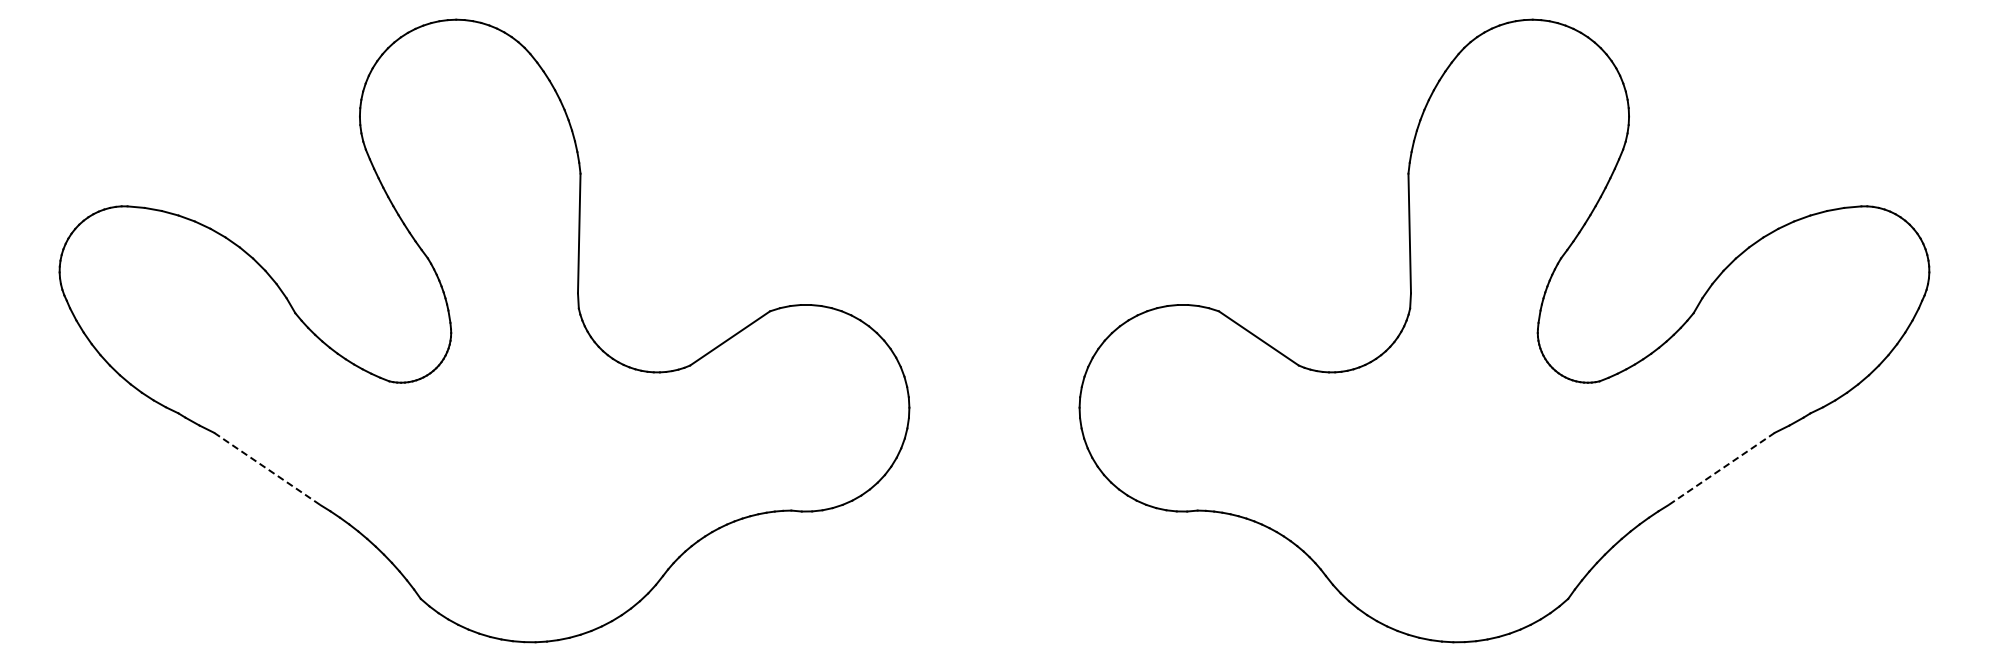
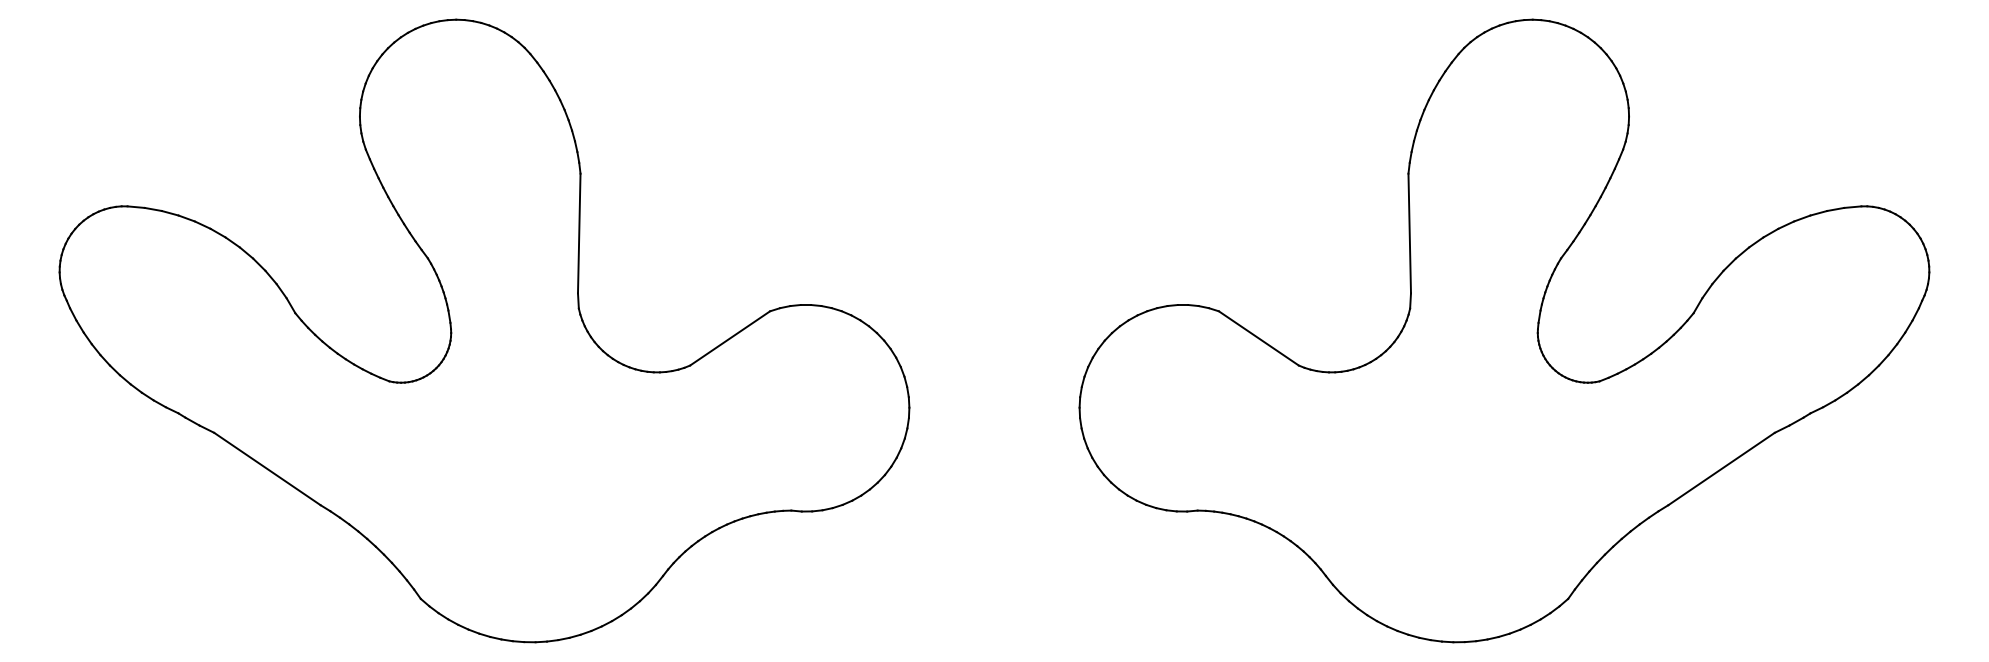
line at (267, 469): dashed -> solid
line at (1721, 469): dashed -> solid
